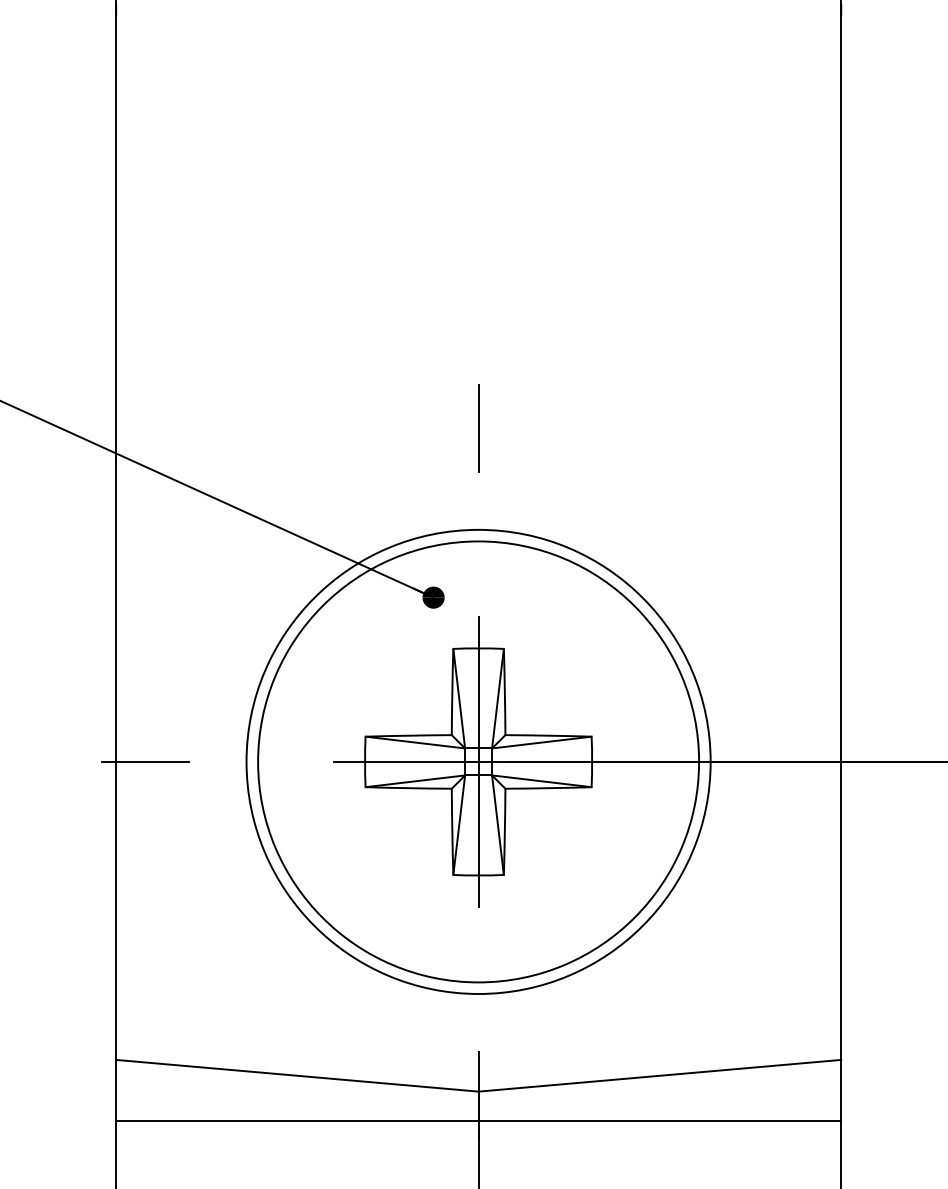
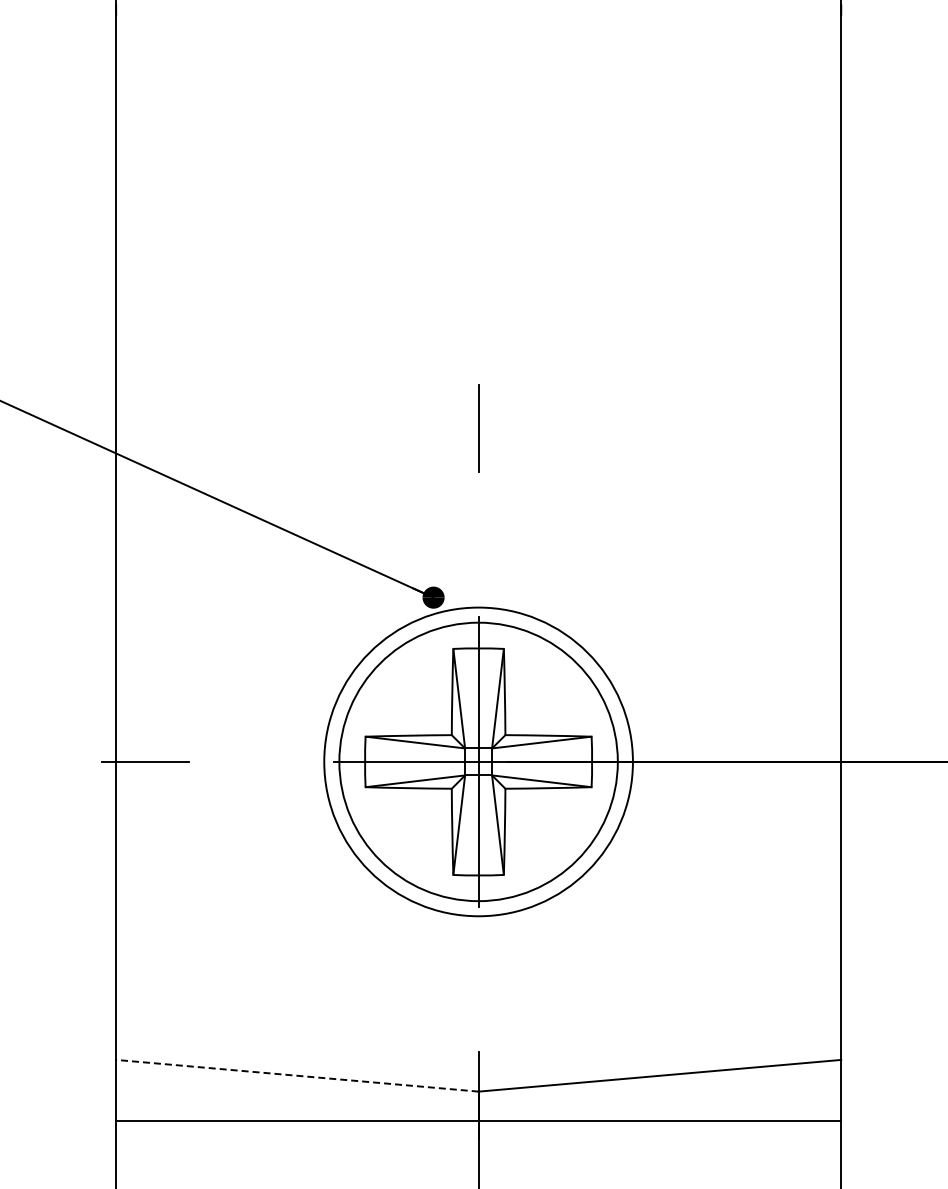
circle at (478, 761) diameter: 441 px -> 309 px
circle at (478, 761) diameter: 464 px -> 278 px
line at (297, 1075): solid -> dashed
